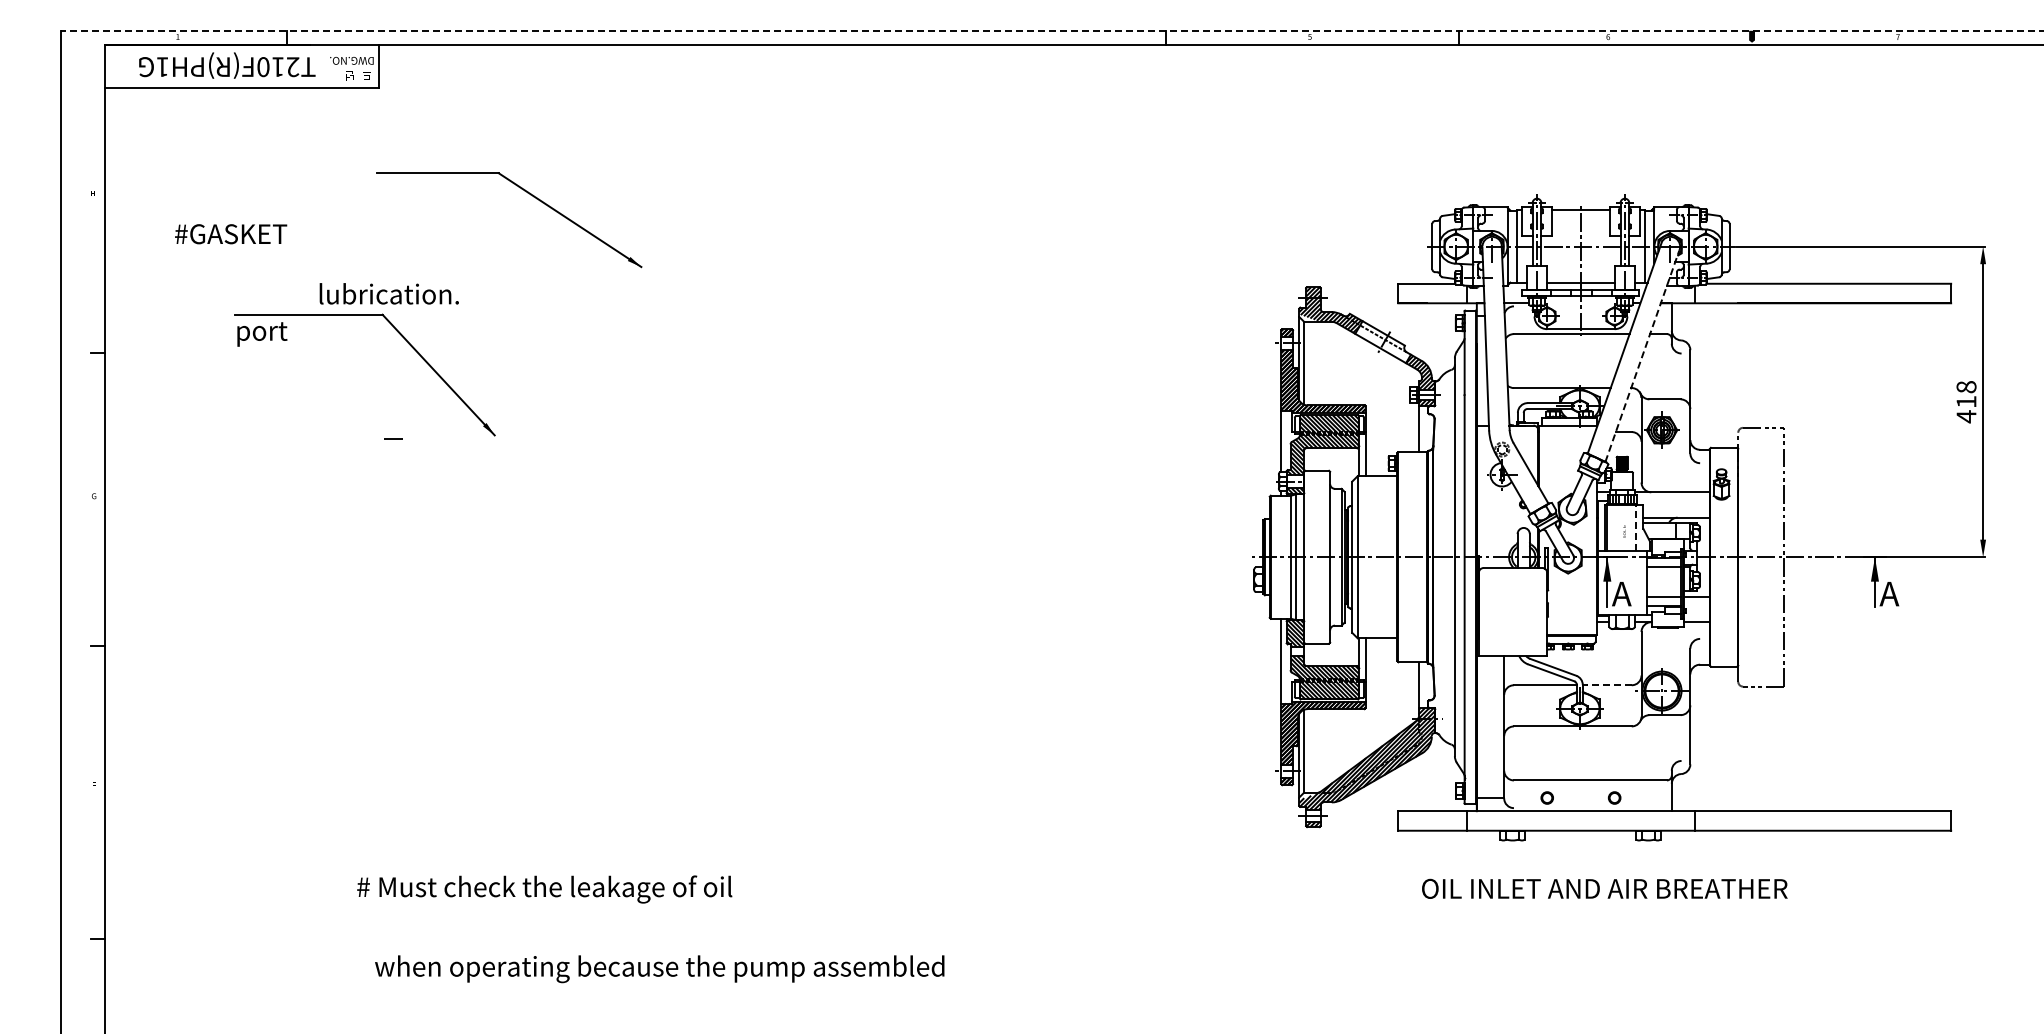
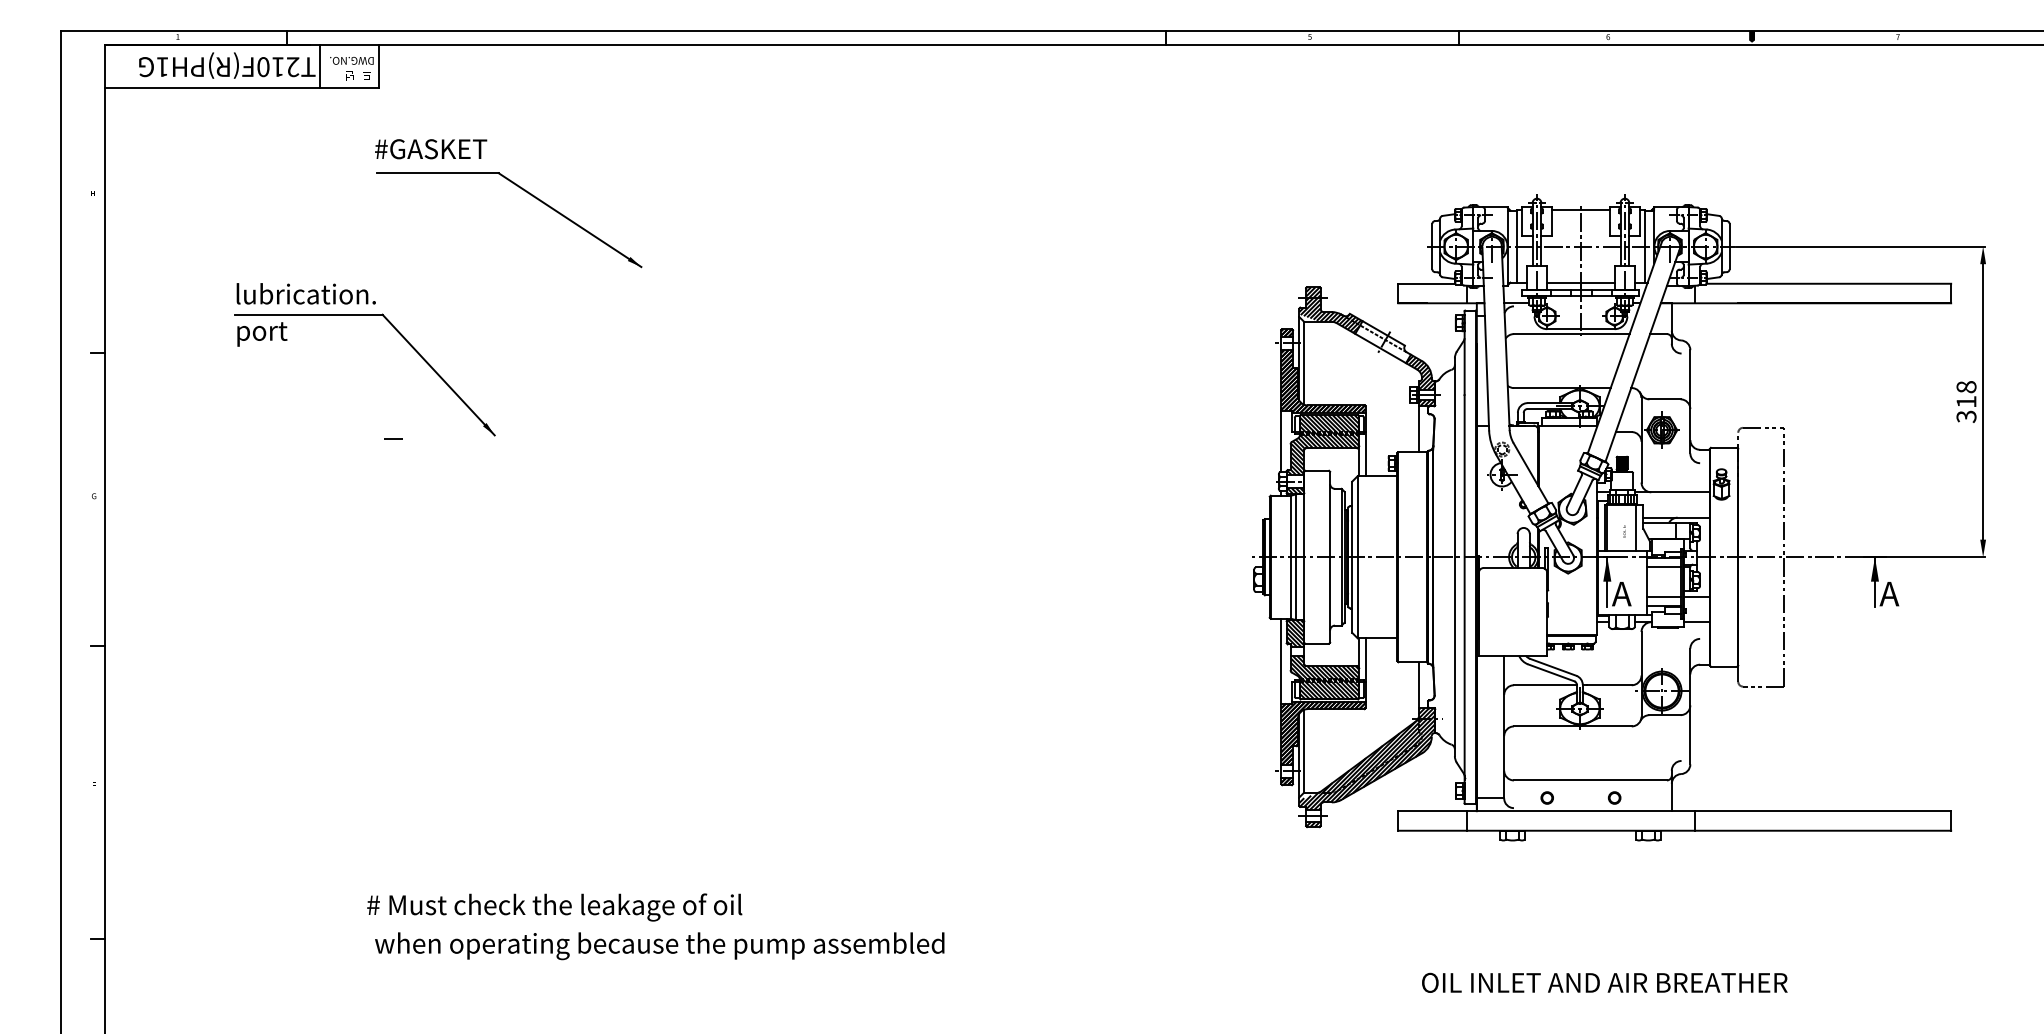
line at (1052, 30): dashed -> solid
line at (320, 66): none -> present
text at (231, 234) position: (231, 234) -> (431, 149)
text at (388, 293) position: (388, 293) -> (305, 293)
line at (1642, 356): dashed -> solid
text at (1966, 416): 418 -> 318
line at (1635, 527): dashed -> solid
line at (1609, 685): dashed -> solid
text at (1604, 888) position: (1604, 888) -> (1604, 982)
text at (544, 889) position: (544, 889) -> (554, 907)
text at (659, 969) position: (659, 969) -> (659, 946)
